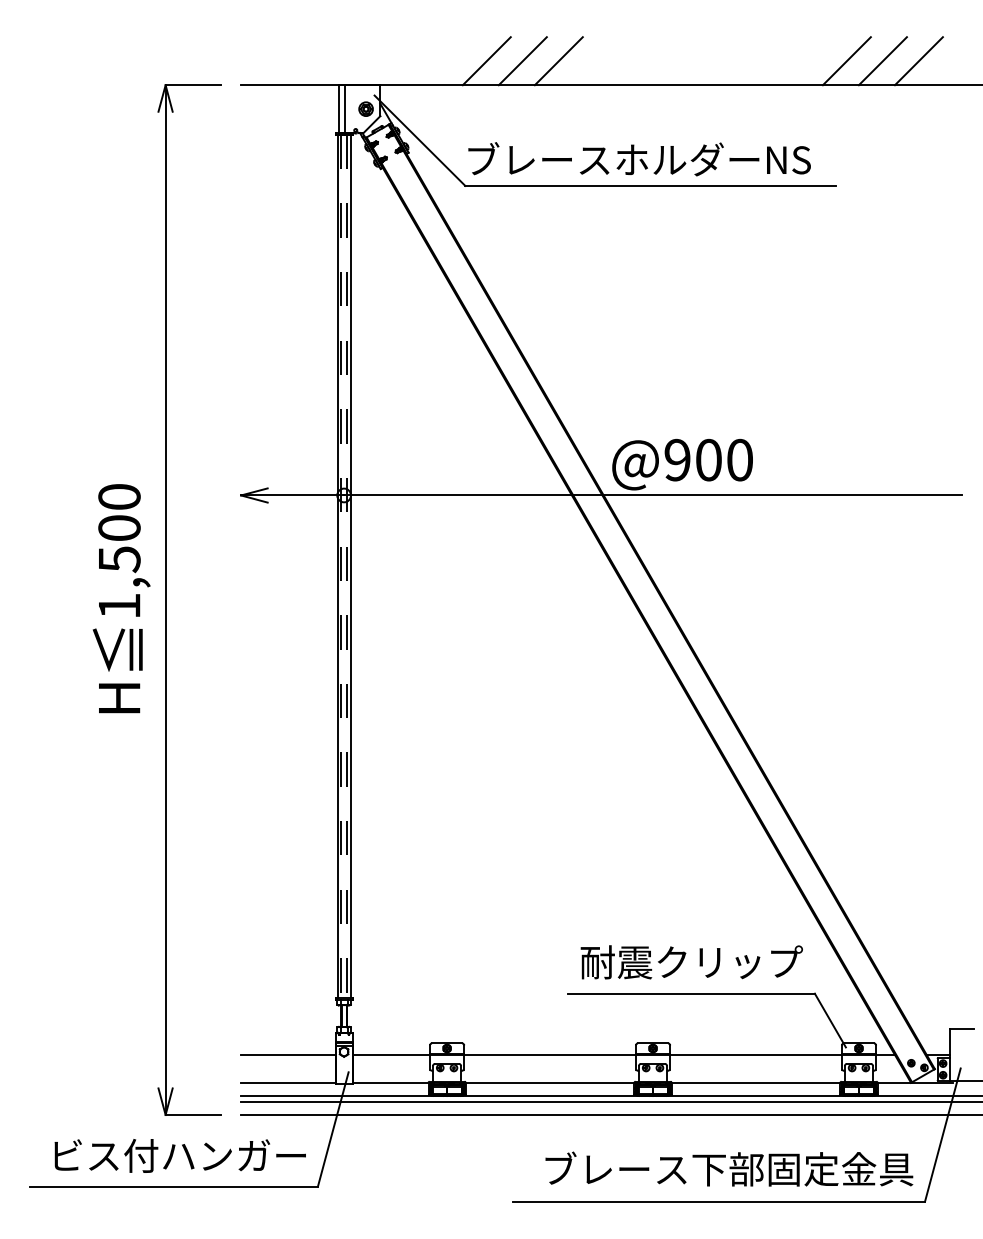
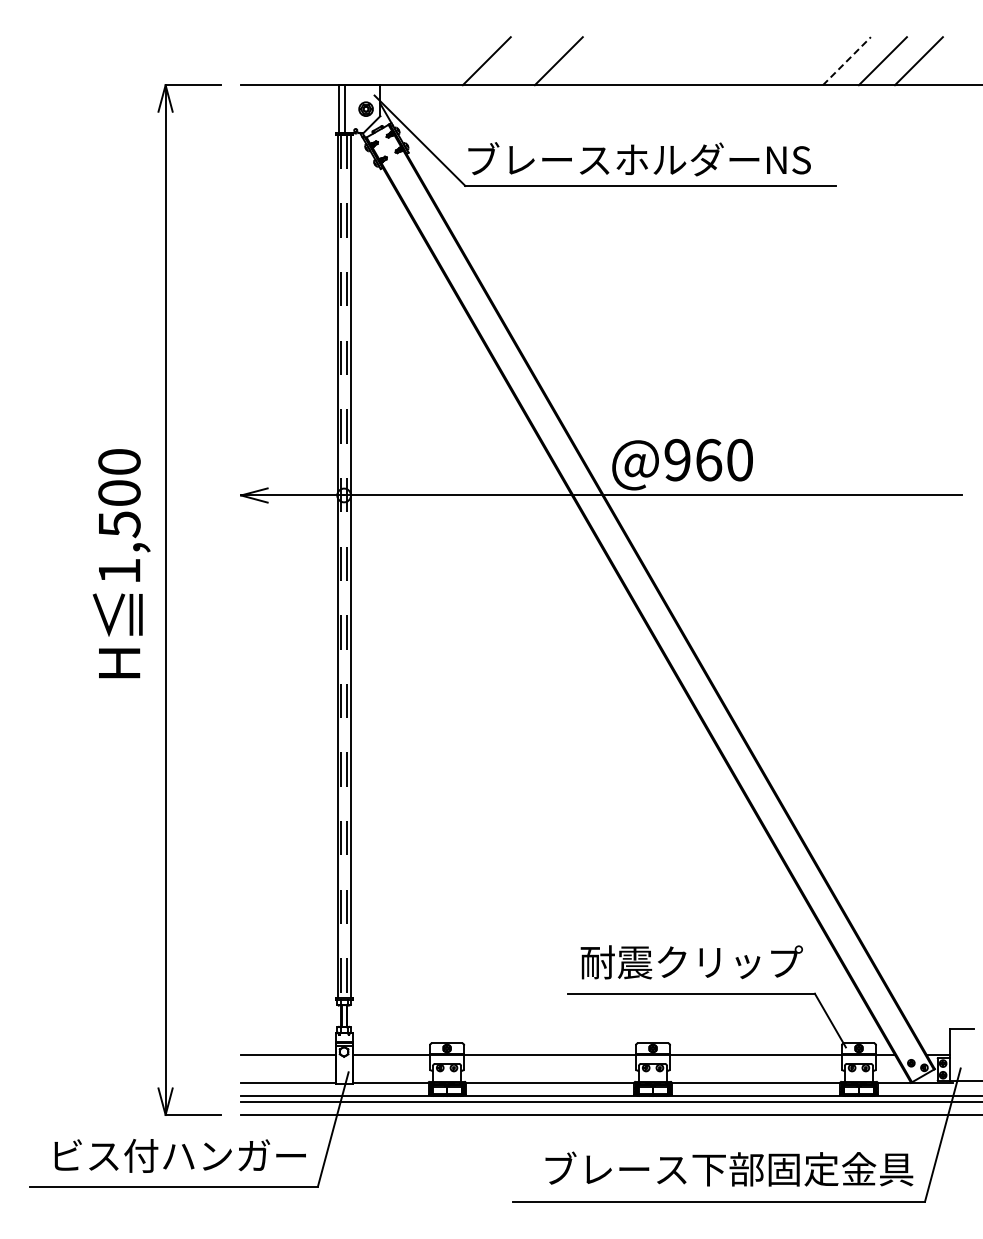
line at (522, 61): present -> none
line at (846, 61): solid -> dashed
text at (709, 459): @900 -> @960
text at (121, 598) position: (121, 598) -> (121, 563)
